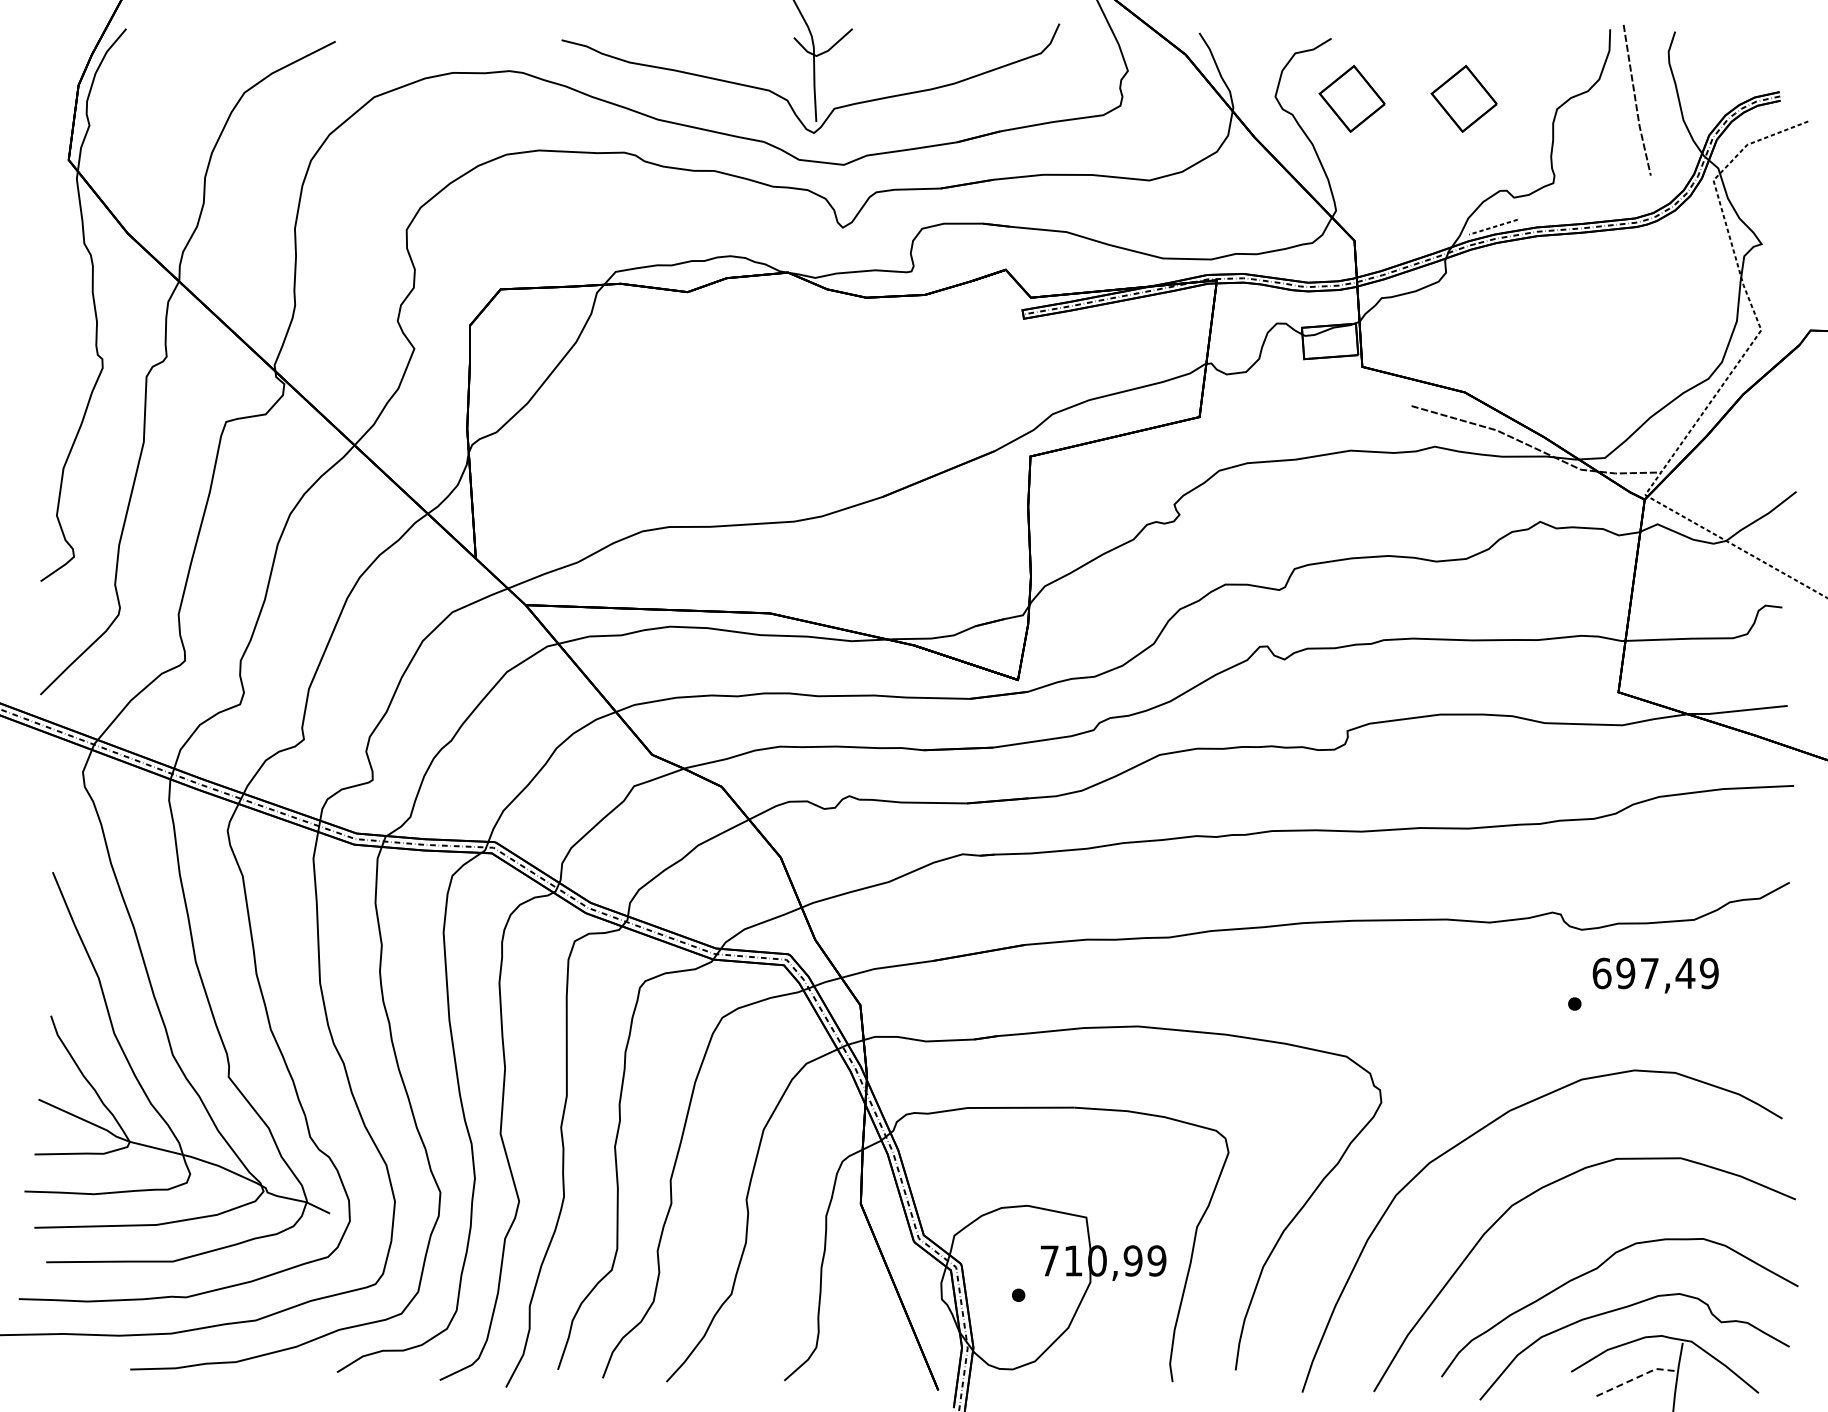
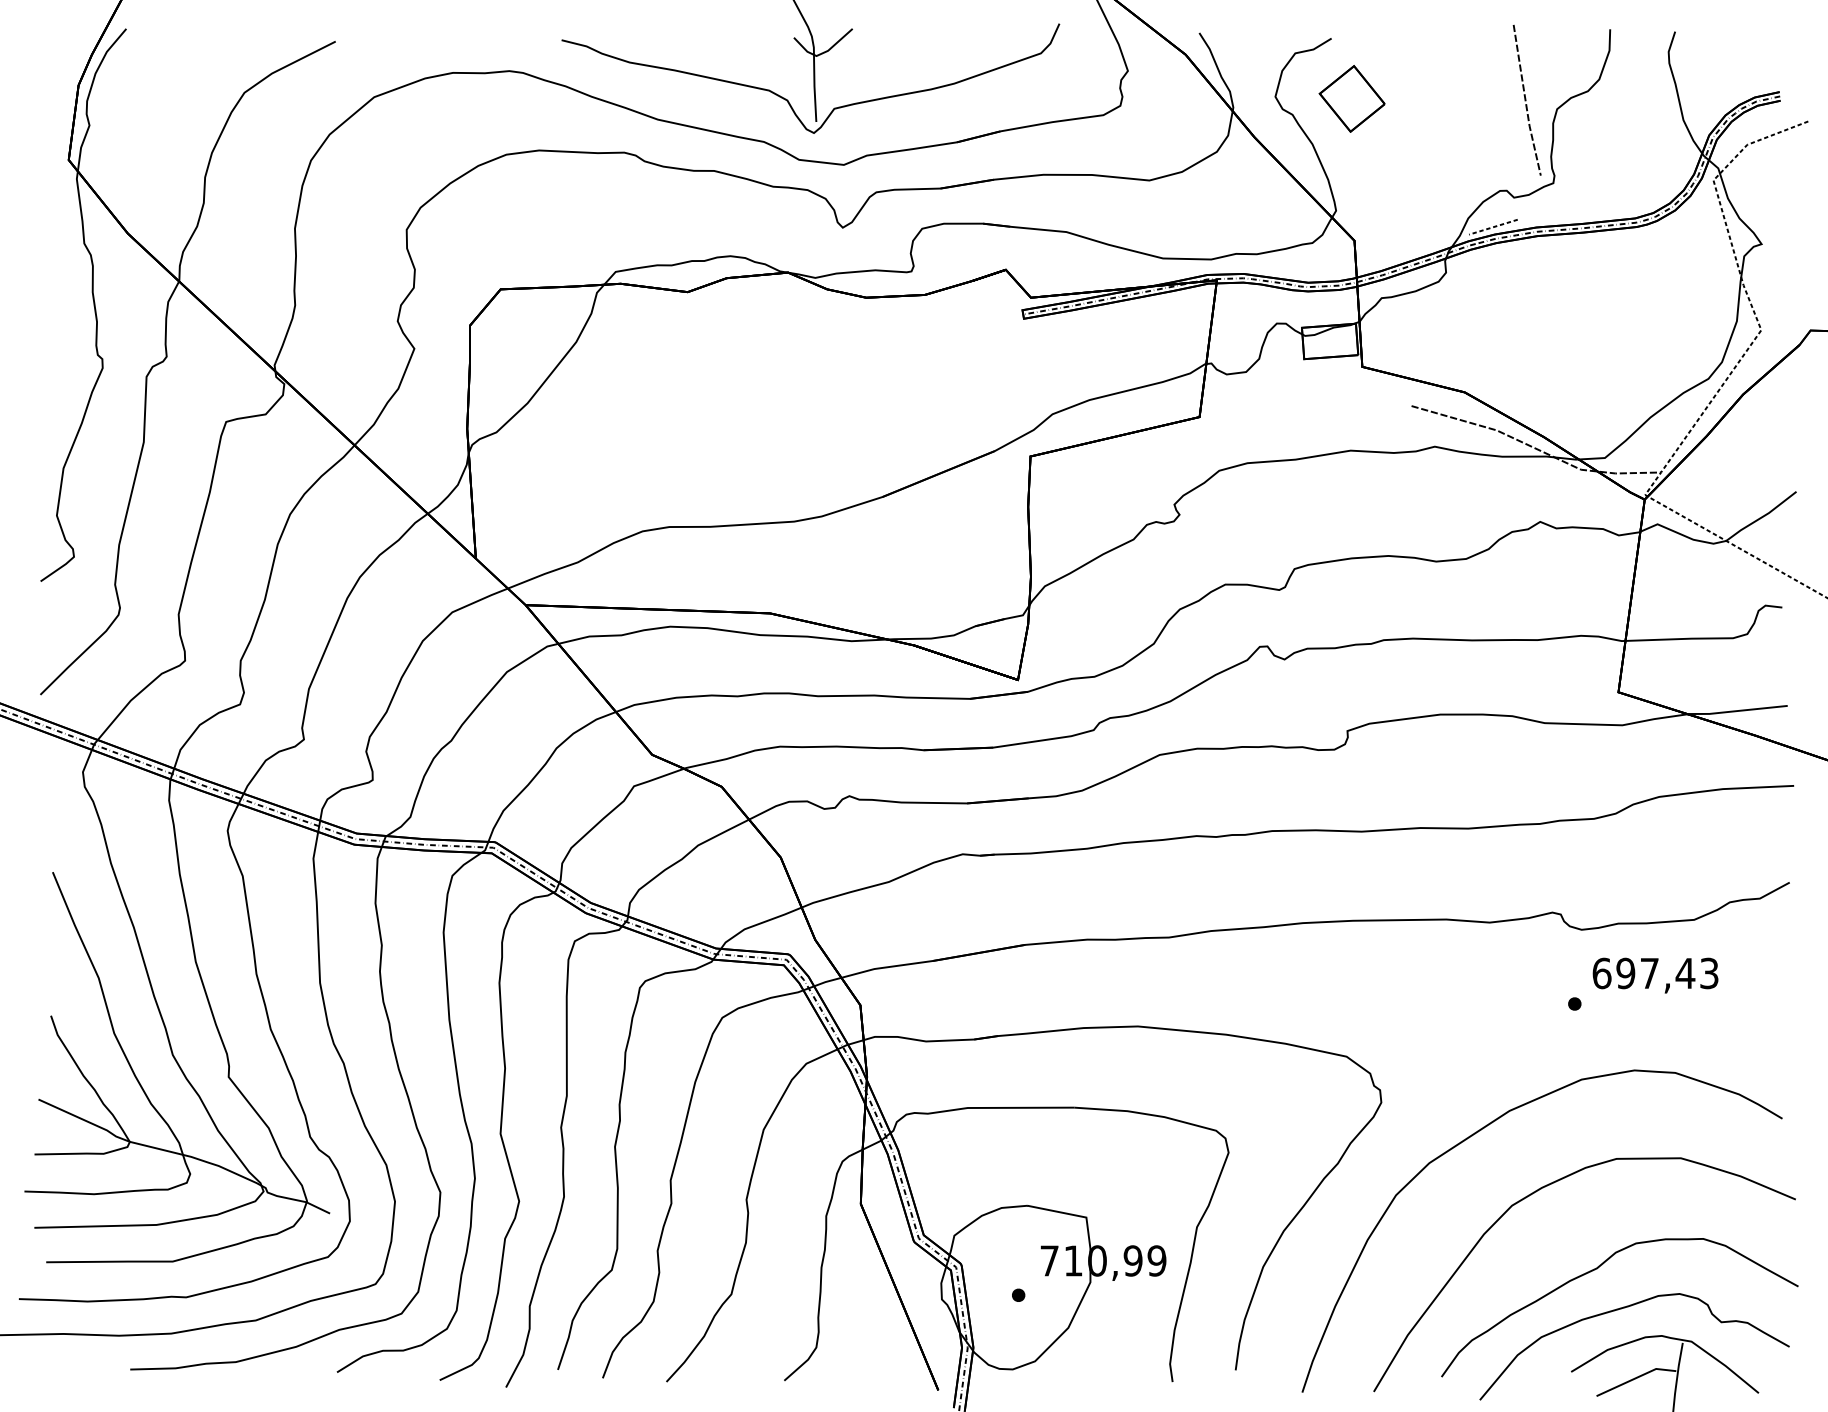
part at (1463, 98): present -> none
line at (1636, 99) position: (1636, 99) -> (1526, 99)
text at (1709, 973): 697,49 -> 697,43
line at (1636, 1378): dashed -> solid
